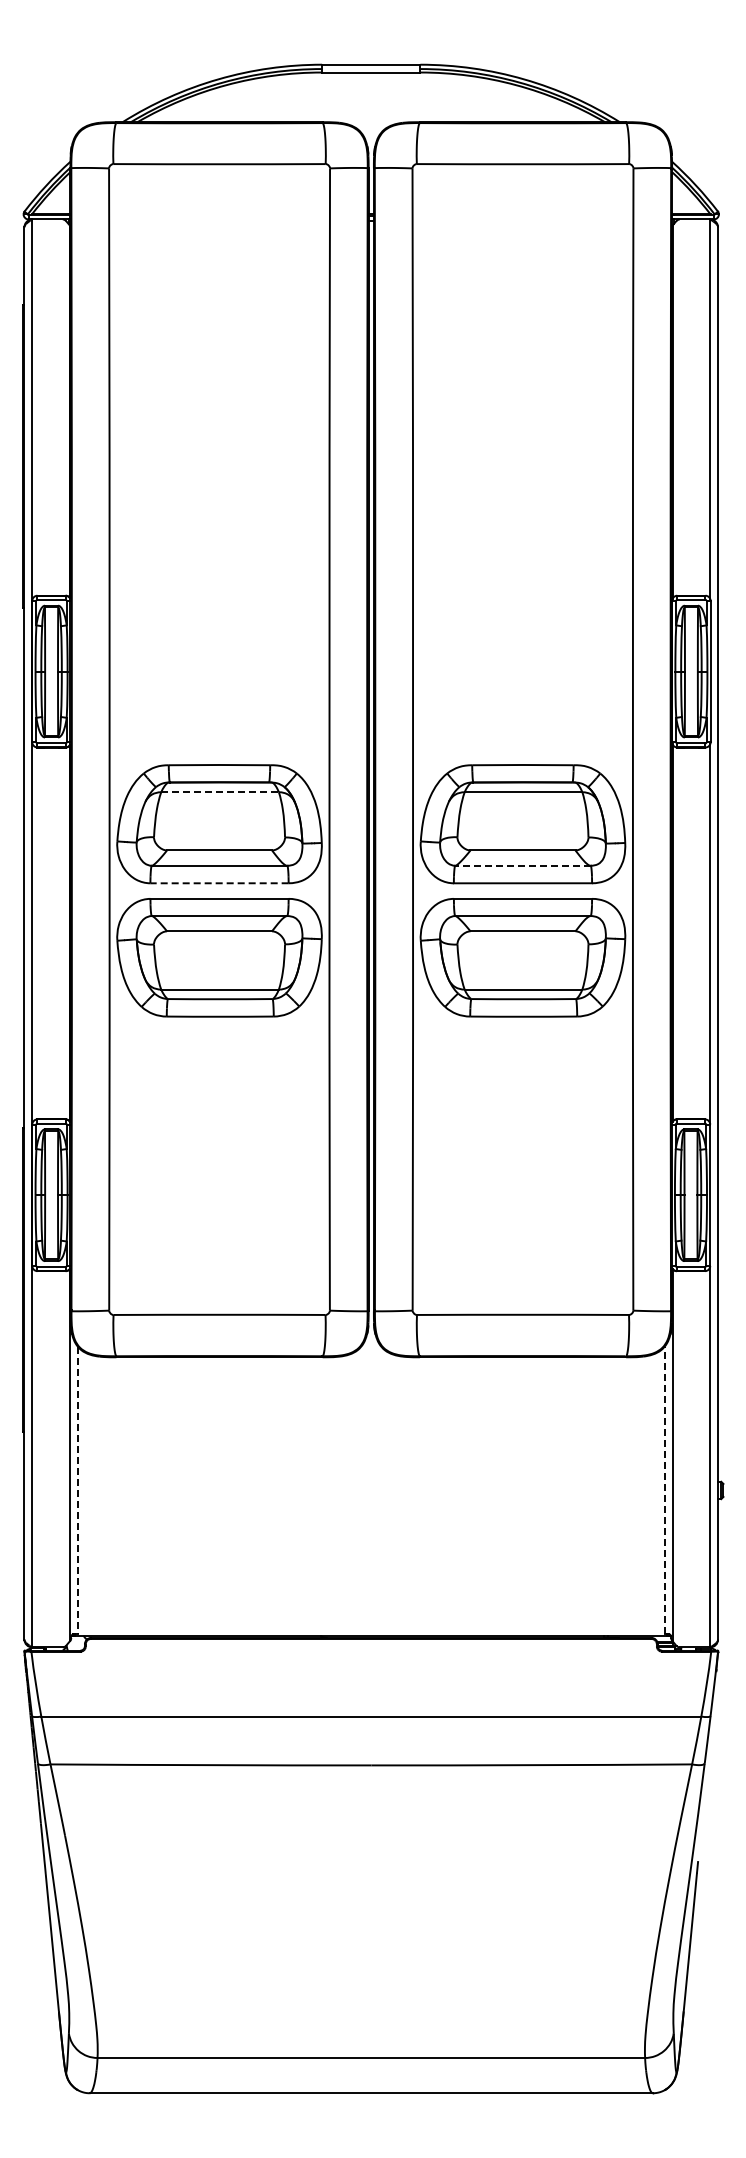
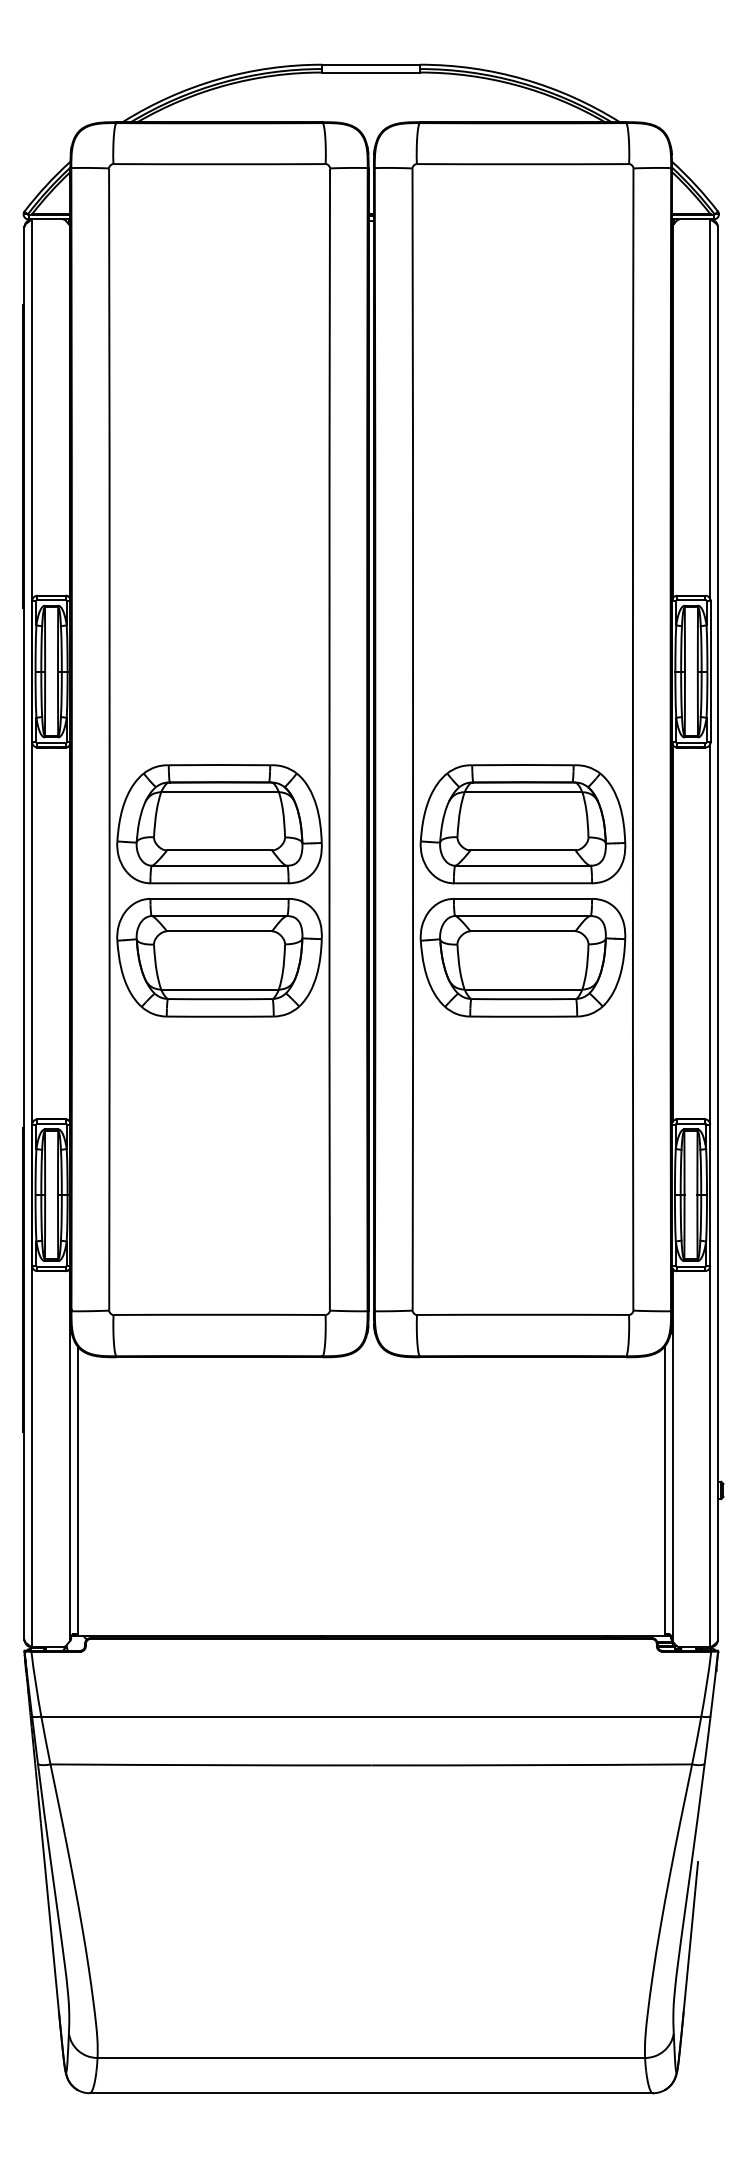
line at (220, 792): dashed -> solid
line at (522, 865): dashed -> solid
line at (219, 883): dashed -> solid
line at (77, 1490): dashed -> solid
line at (664, 1490): dashed -> solid
